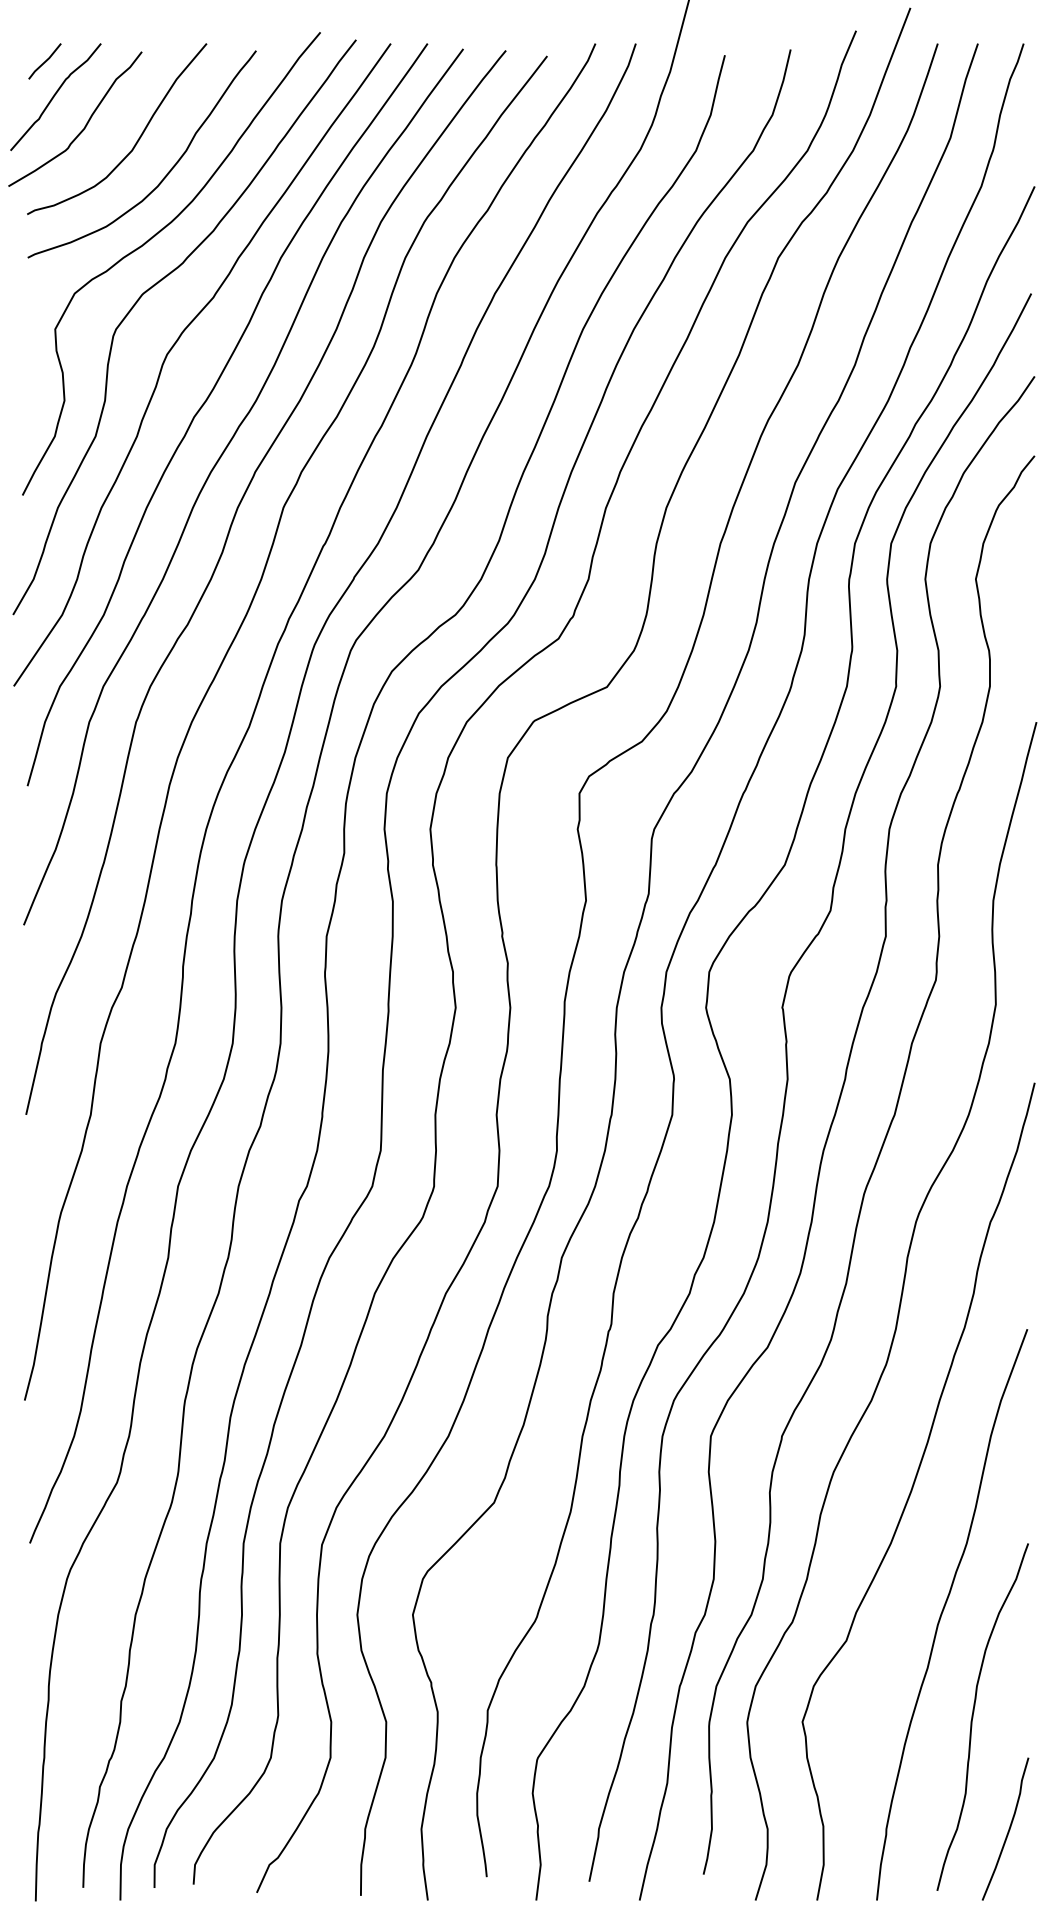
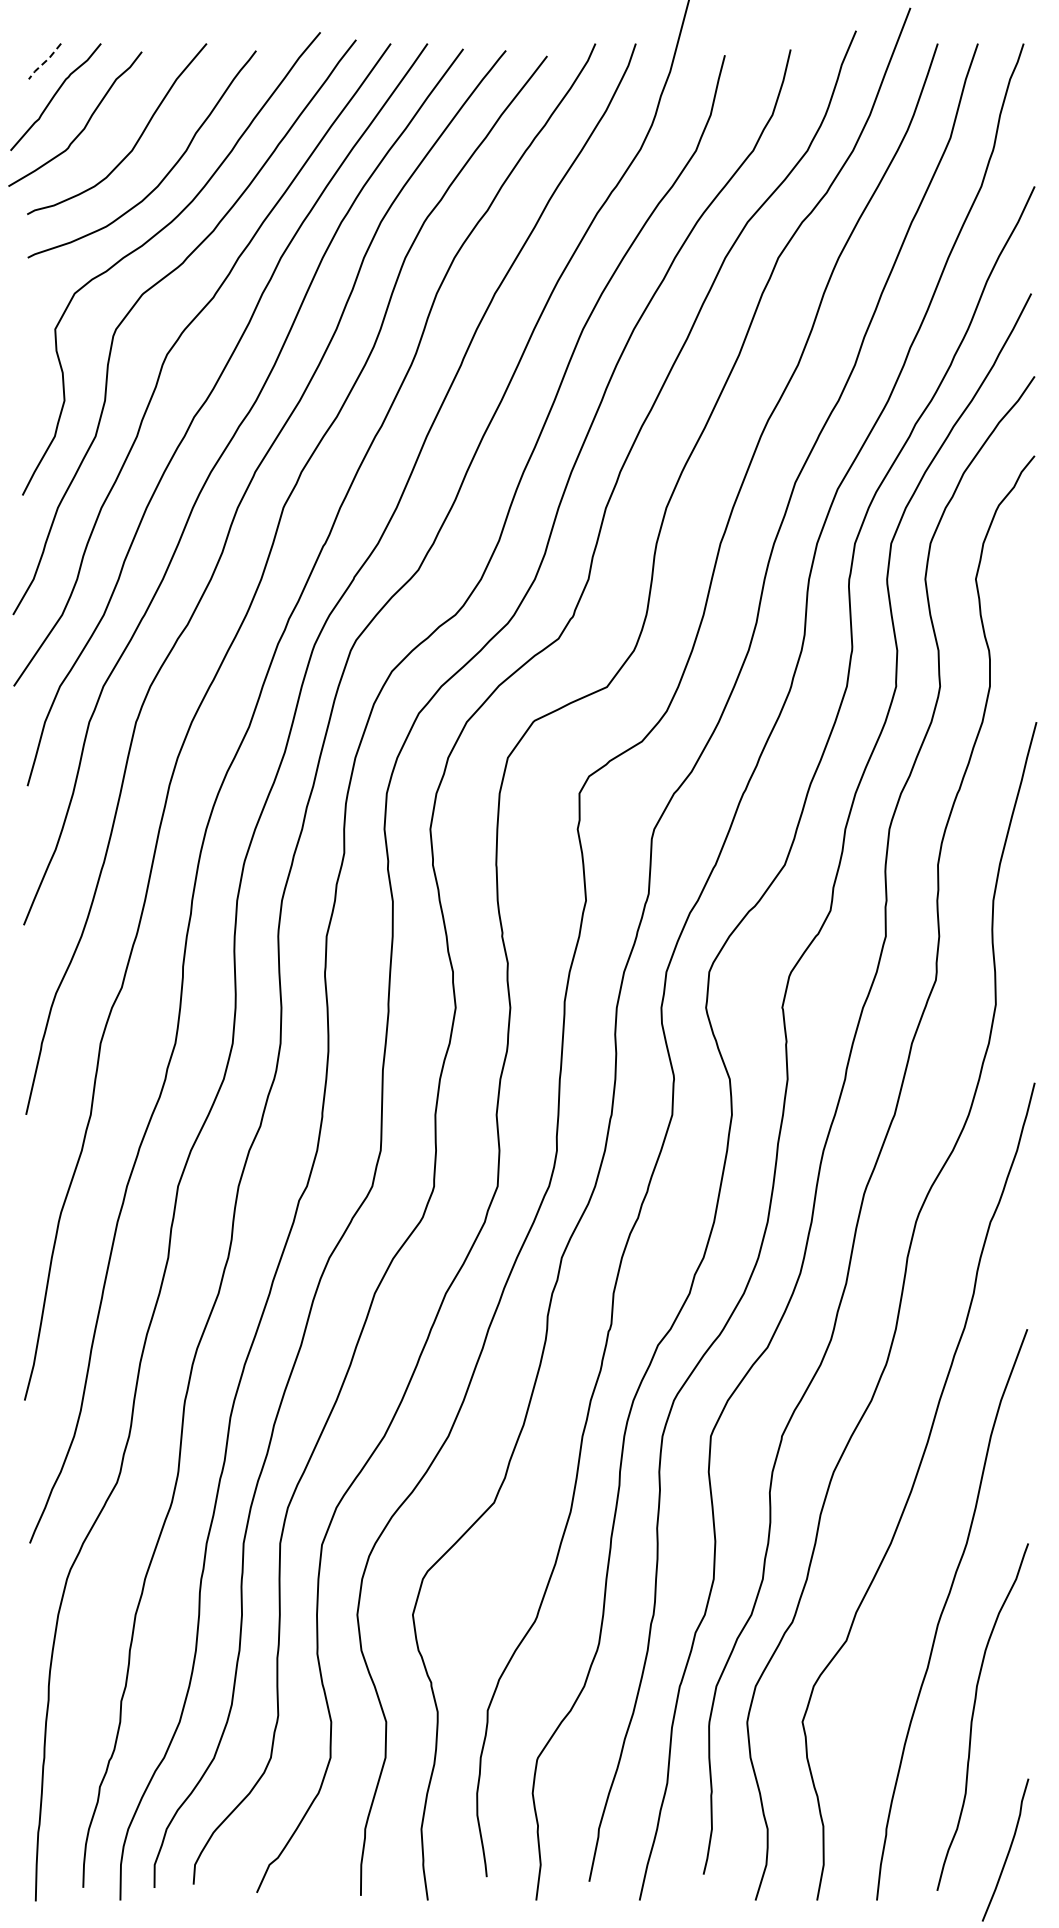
line at (45, 62): solid -> dashed
curve at (1008, 1828) position: (1008, 1828) -> (1008, 1849)
